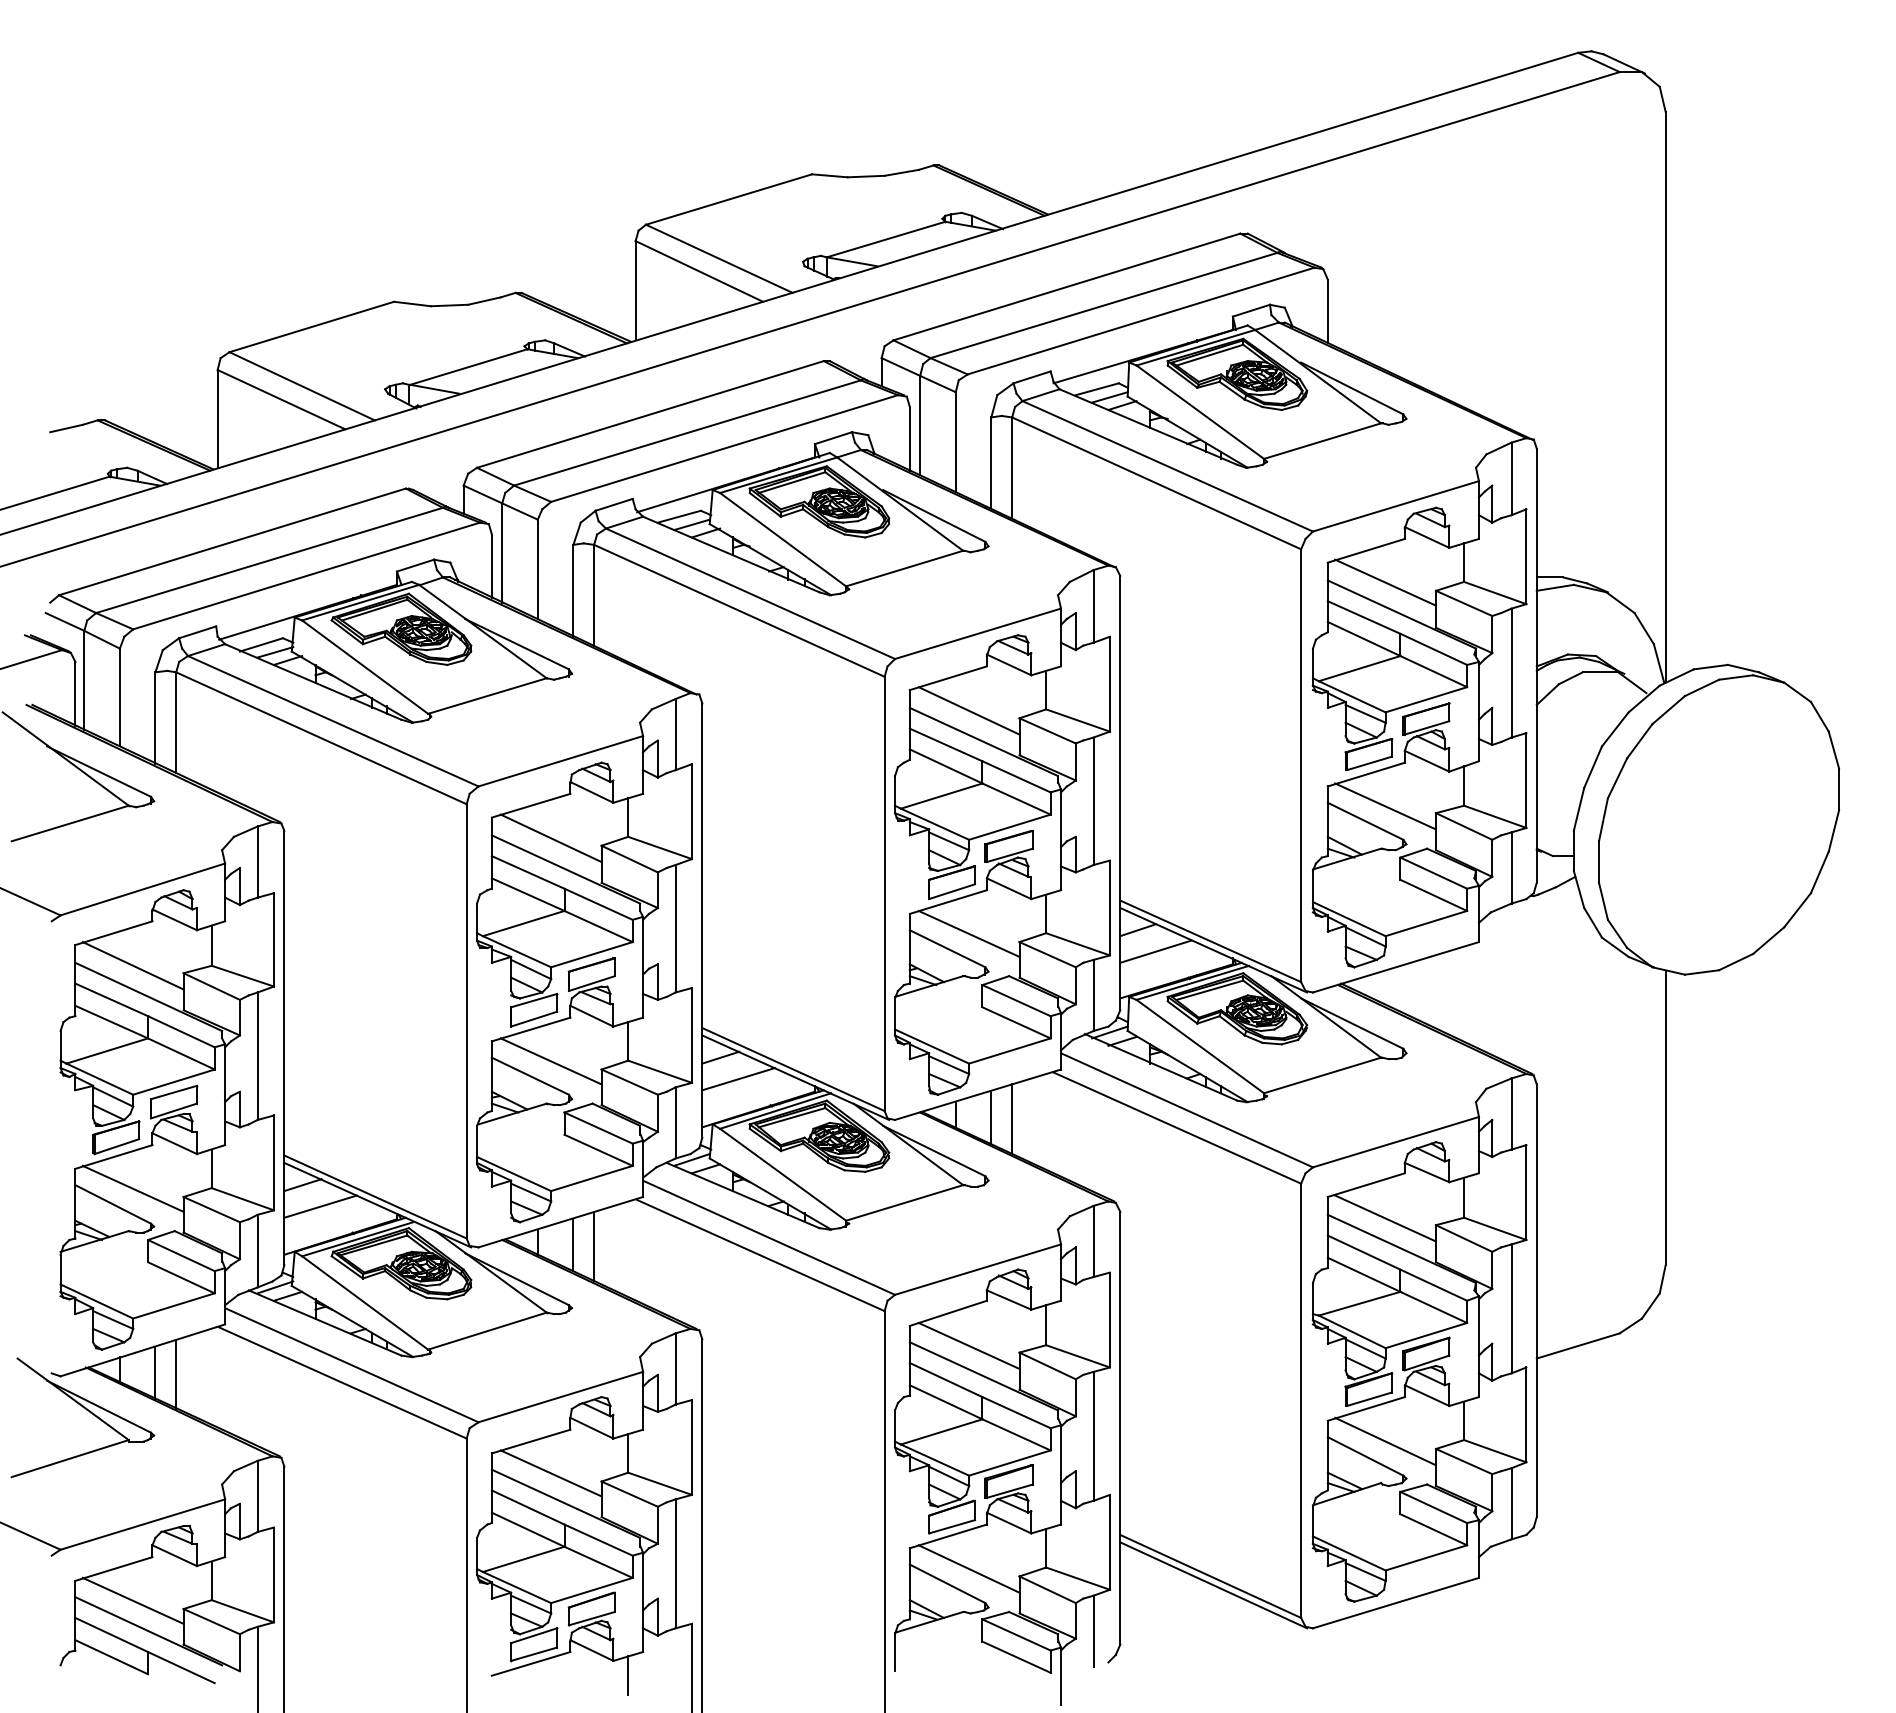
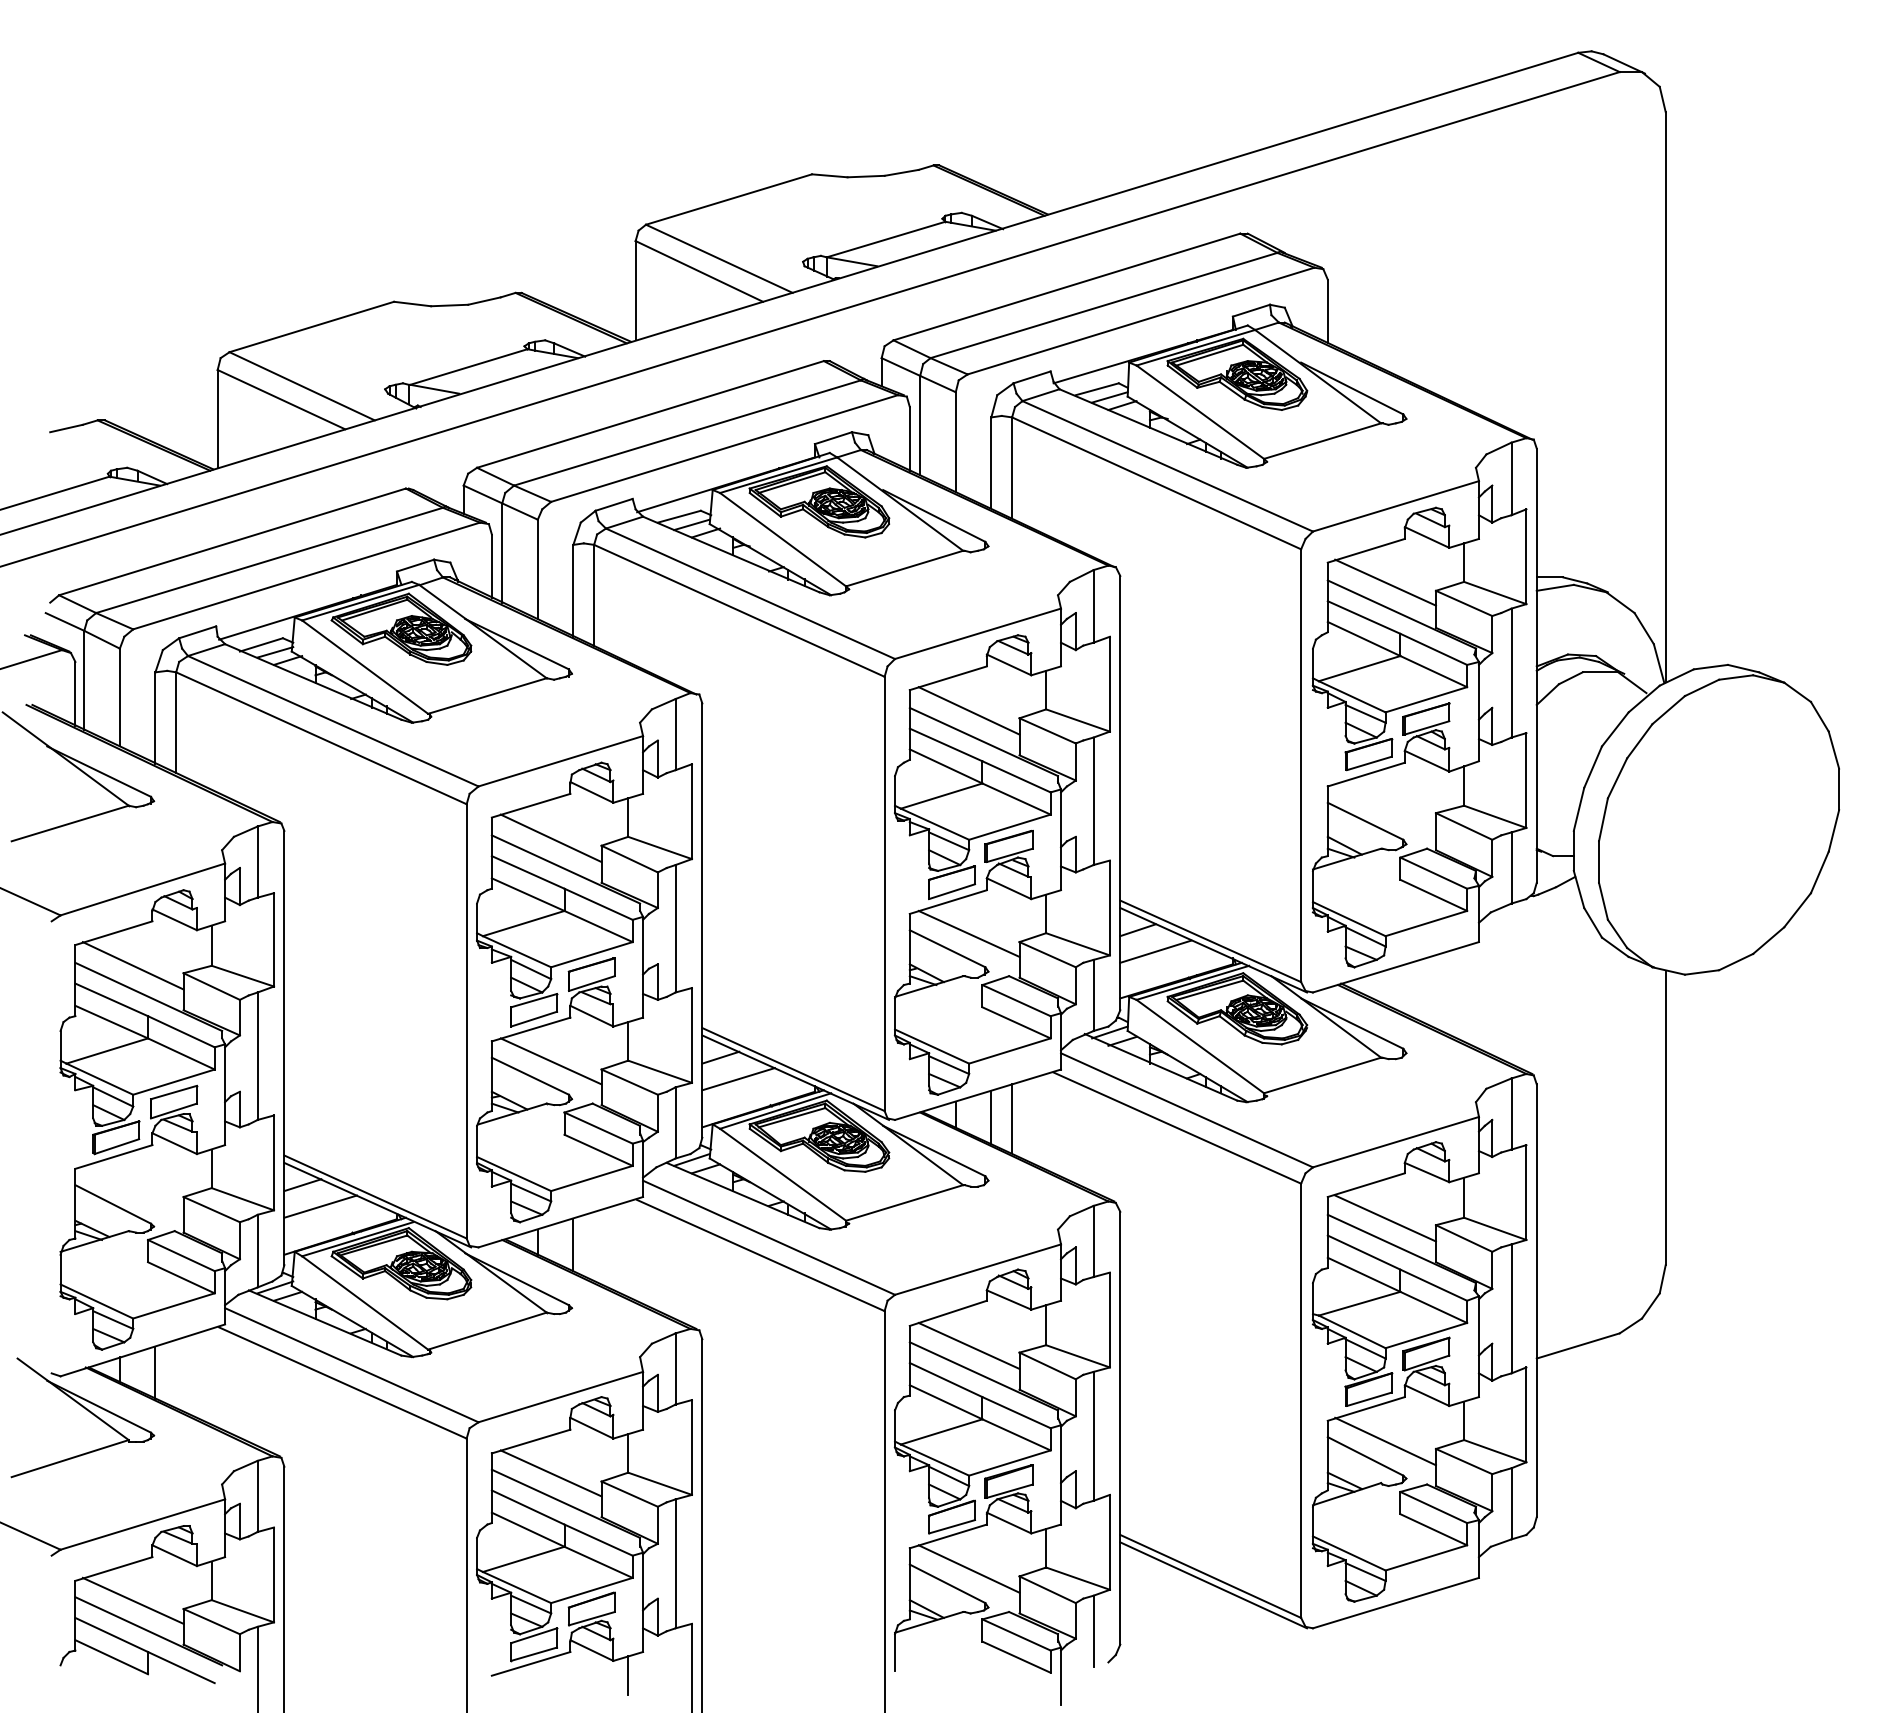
line at (1385, 806): present -> none
line at (132, 1188): present -> none
line at (594, 1247): present -> none
line at (176, 1374): present -> none
